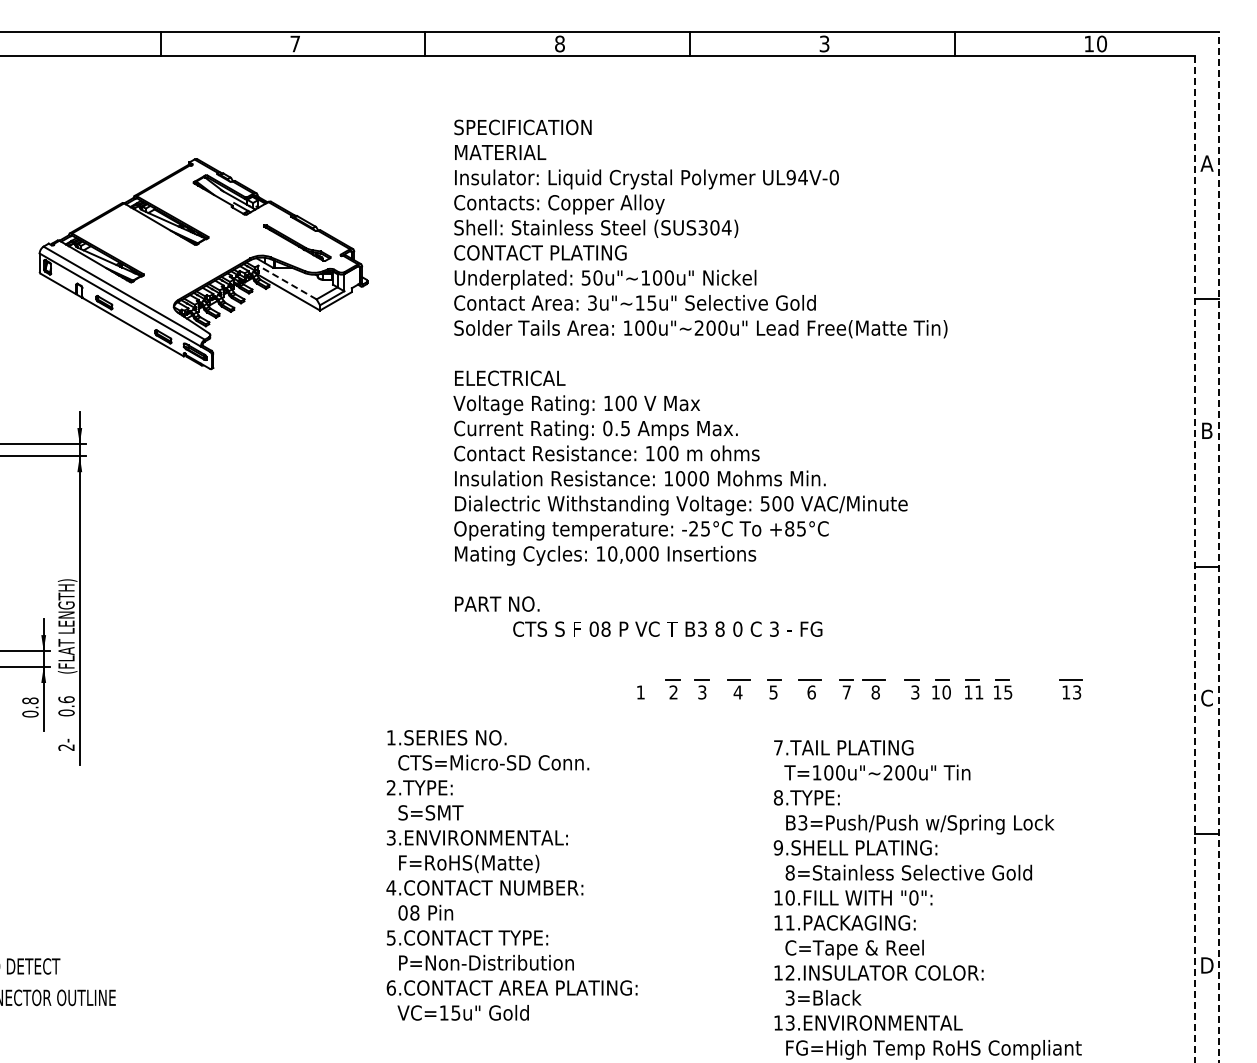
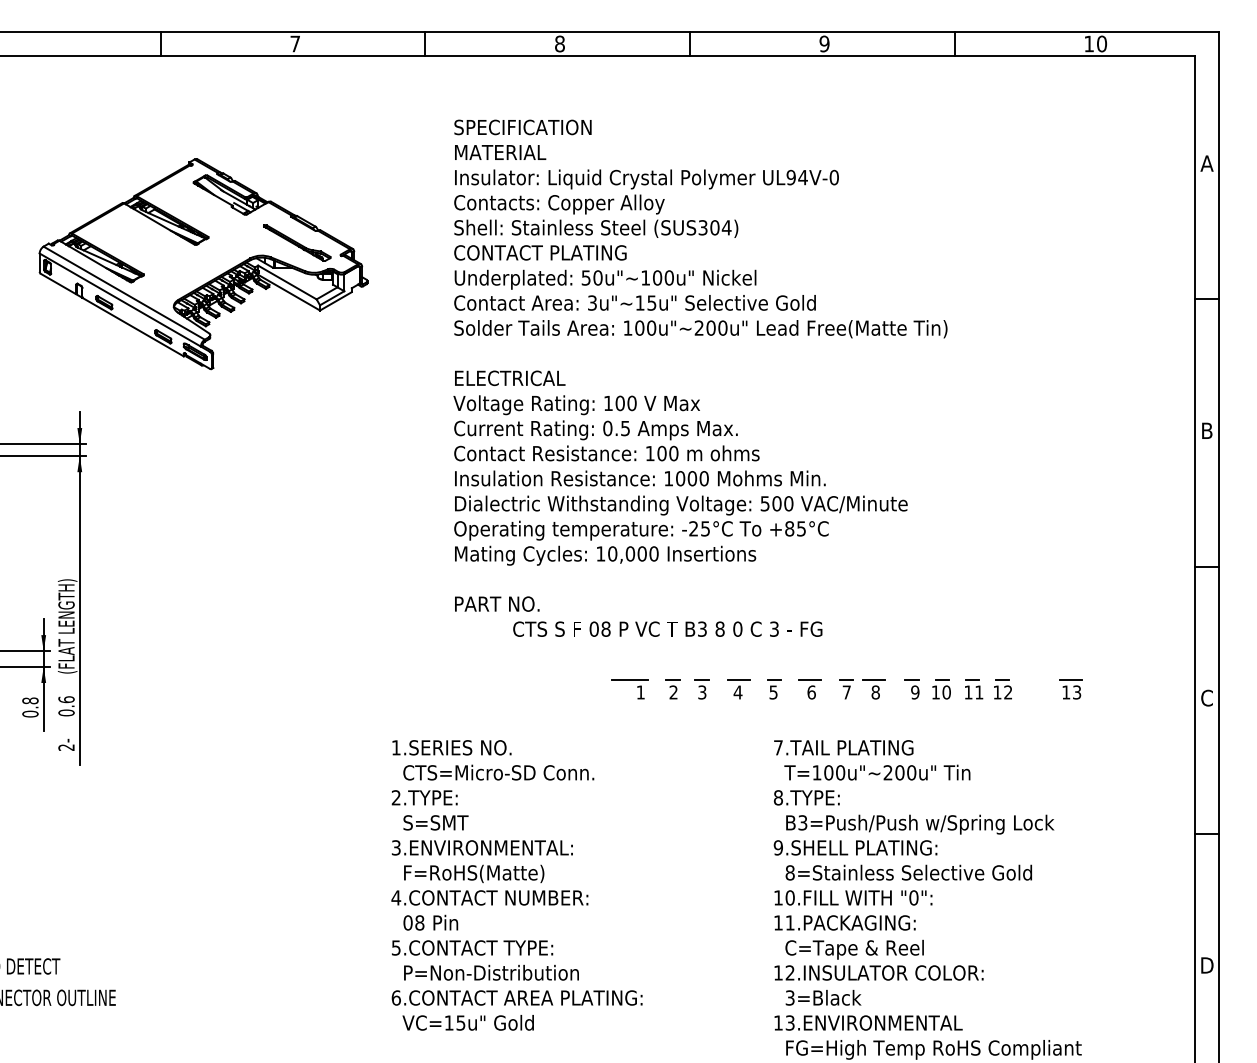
text at (824, 43): 3 -> 9
line at (287, 282): dashed -> solid
line at (1219, 546): dashed -> solid
line at (1194, 560): dashed -> solid
line at (629, 680): none -> present
text at (915, 692): 3 -> 9
text at (1008, 692): 15 -> 12
text at (511, 875) position: (511, 875) -> (516, 885)
